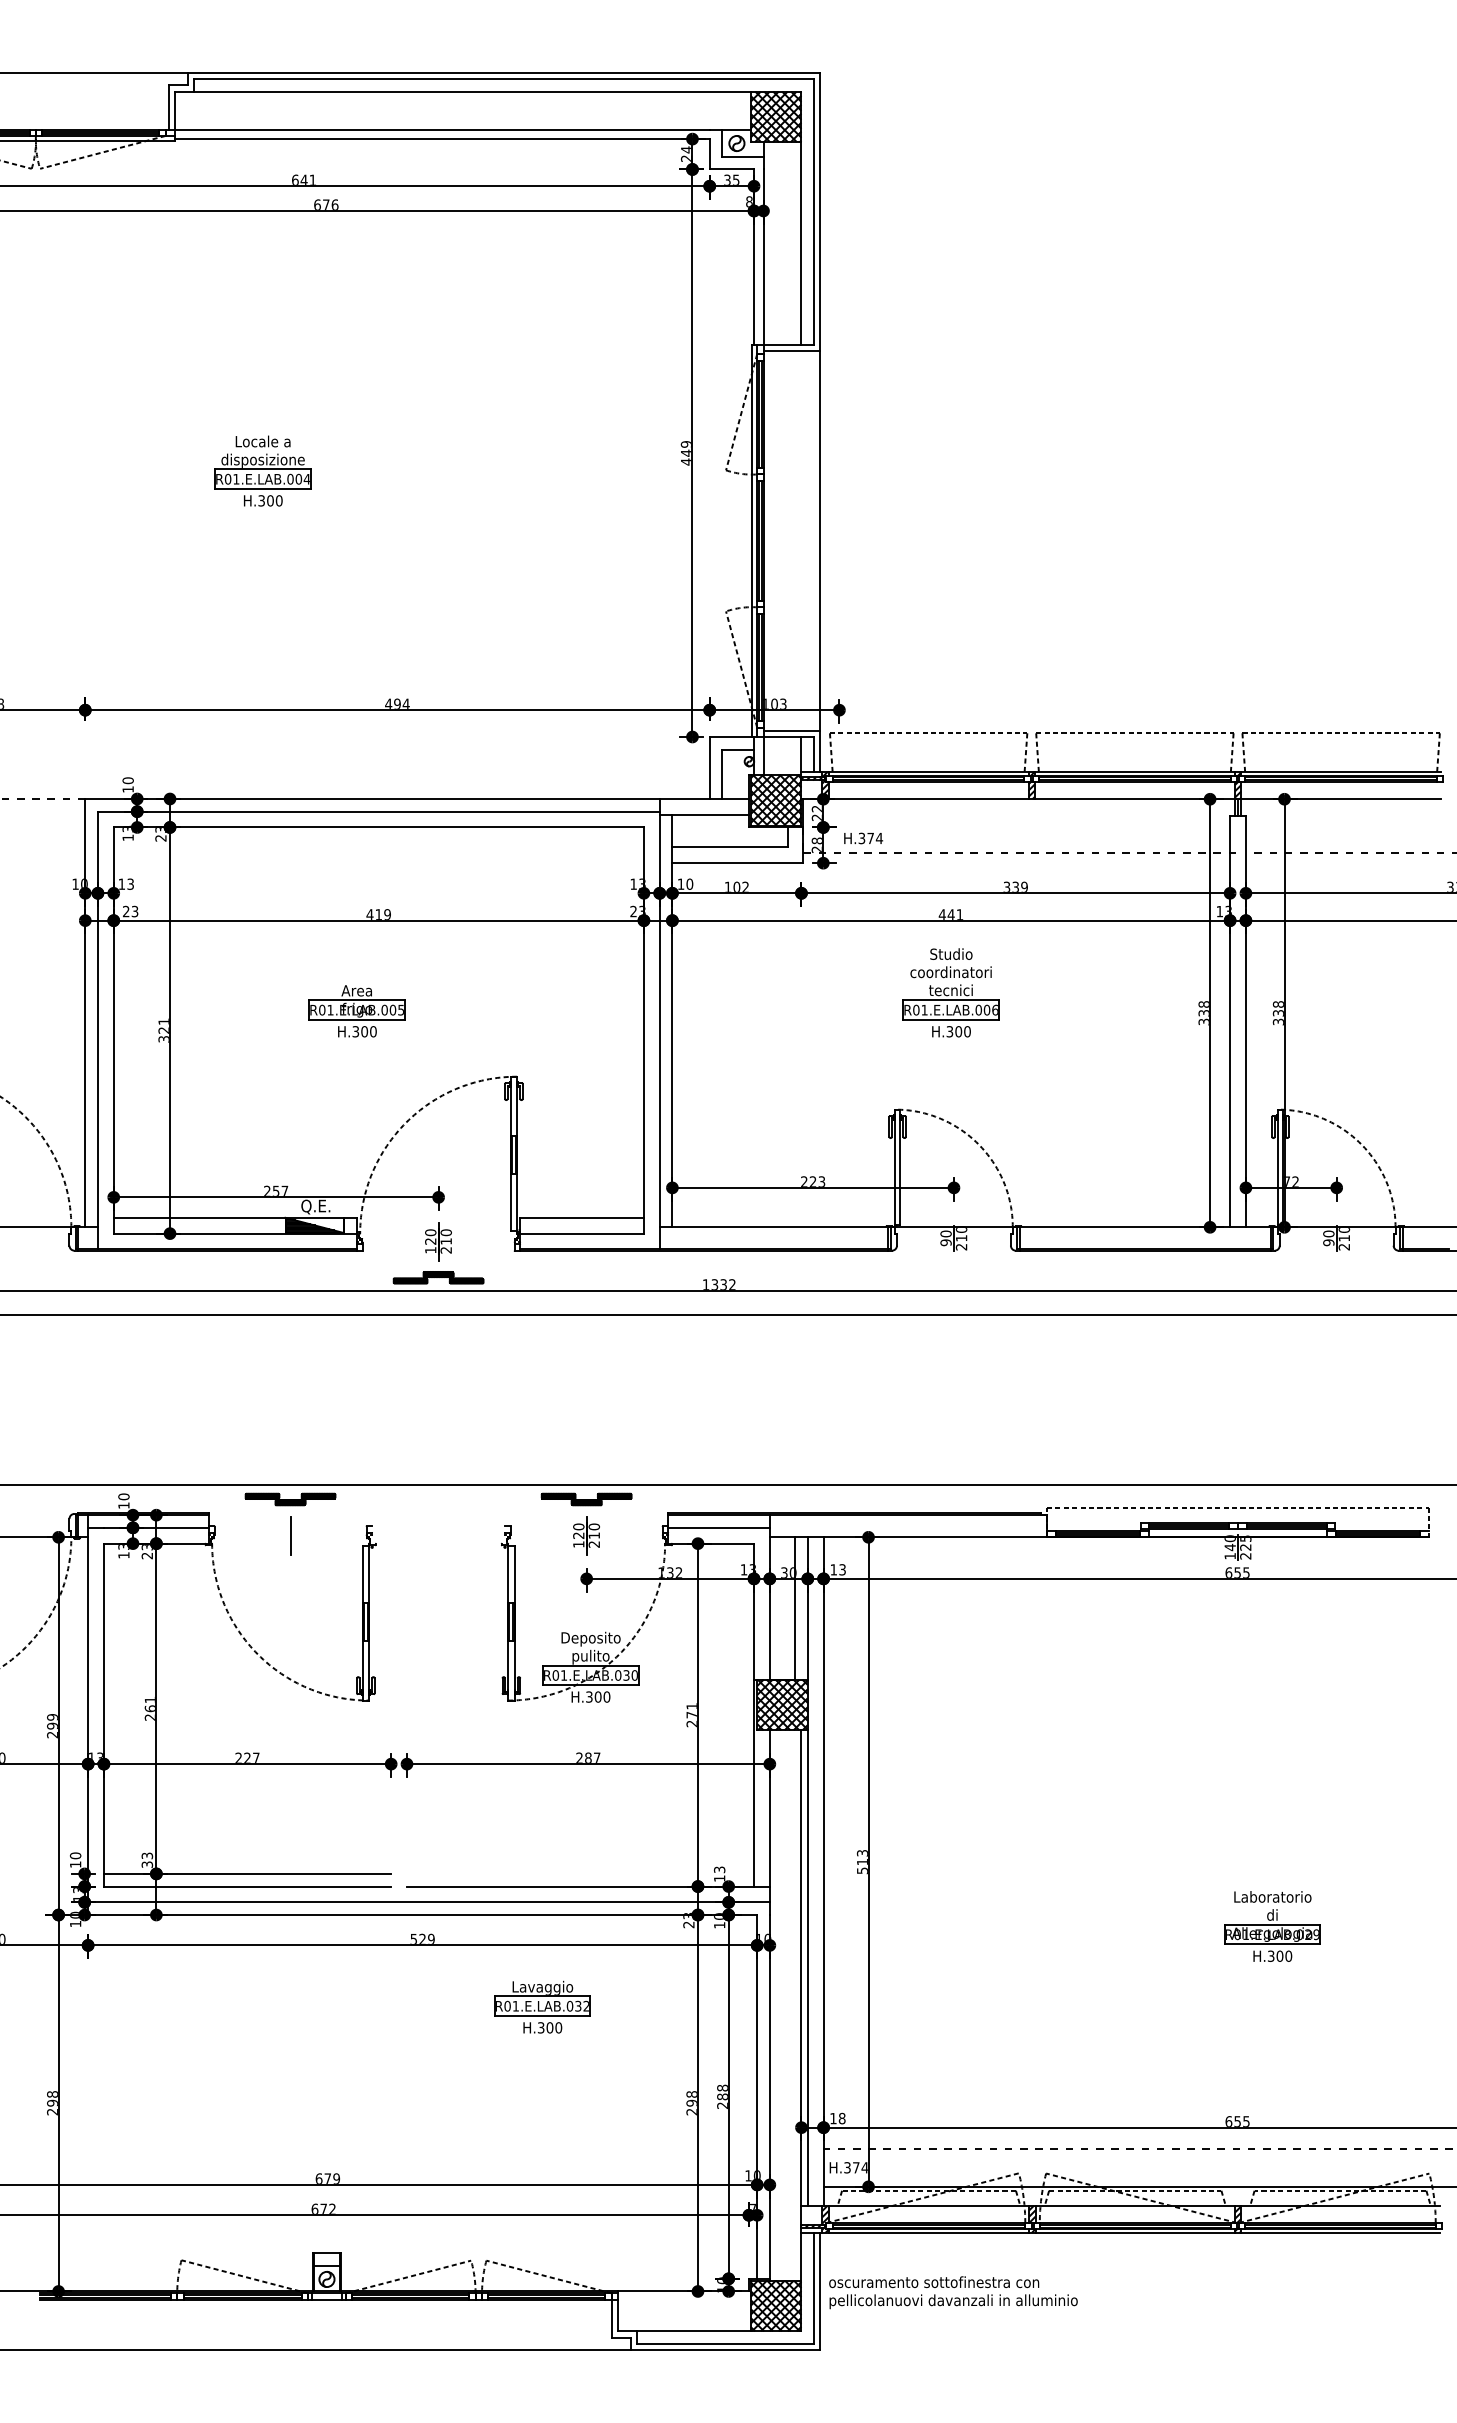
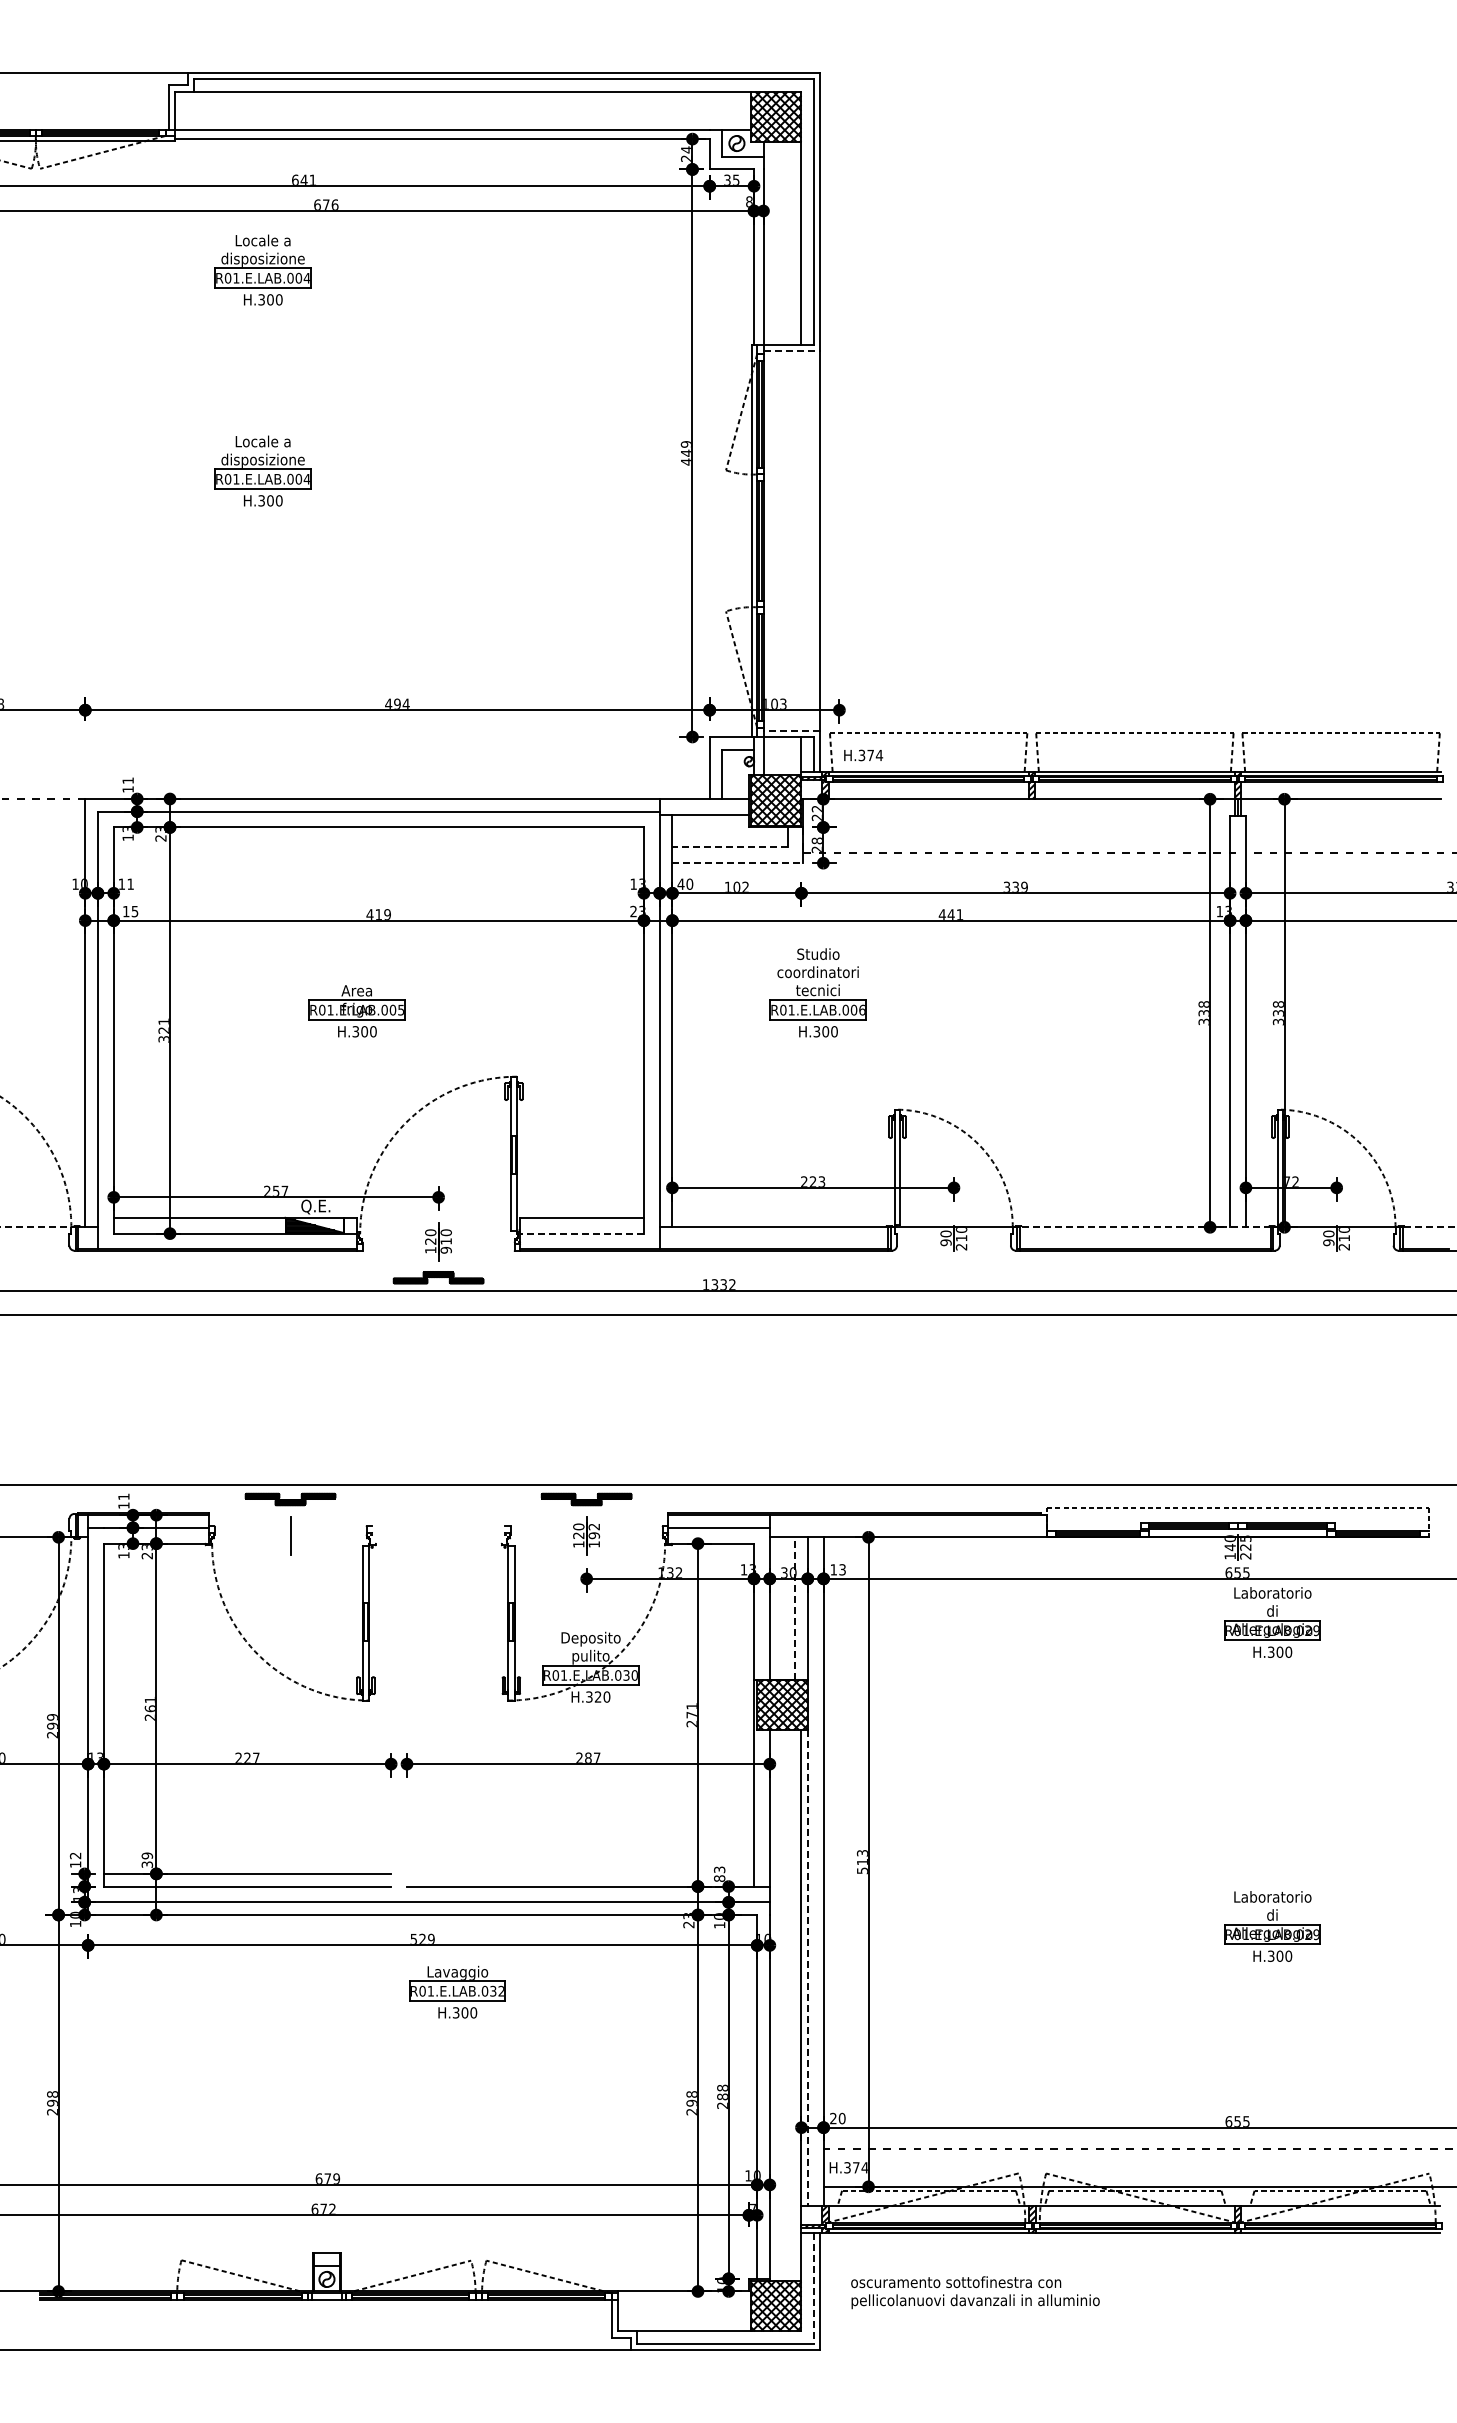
part at (262, 269): none -> present
line at (792, 351): solid -> dashed
line at (791, 730): solid -> dashed
text at (127, 780): 10 -> 11
text at (863, 838) position: (863, 838) -> (863, 755)
line at (729, 847): solid -> dashed
line at (738, 863): solid -> dashed
text at (130, 883): 13 -> 11
text at (680, 883): 10 -> 40
text at (130, 911): 23 -> 15
part at (950, 992) position: (950, 992) -> (817, 992)
line at (39, 1227): solid -> dashed
line at (1145, 1227): solid -> dashed
line at (1429, 1227): solid -> dashed
line at (582, 1233): solid -> dashed
text at (445, 1250): 210 -> 910
text at (123, 1496): 10 -> 11
text at (594, 1535): 210 -> 192
line at (795, 1608): solid -> dashed
part at (1272, 1622): none -> present
text at (597, 1696): H.300 -> H.320
text at (75, 1855): 10 -> 12
text at (146, 1855): 33 -> 39
text at (719, 1878): 13 -> 83
line at (807, 1968): solid -> dashed
part at (542, 2006) position: (542, 2006) -> (457, 1991)
text at (837, 2118): 18 -> 20
line at (814, 2288): solid -> dashed
text at (953, 2292) position: (953, 2292) -> (975, 2292)
